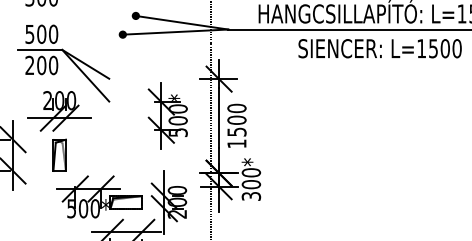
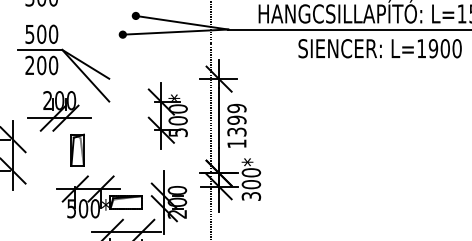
text at (433, 48): L=1500 -> L=1900
text at (236, 120): 1500 -> 1399
part at (59, 154) position: (59, 154) -> (77, 149)
